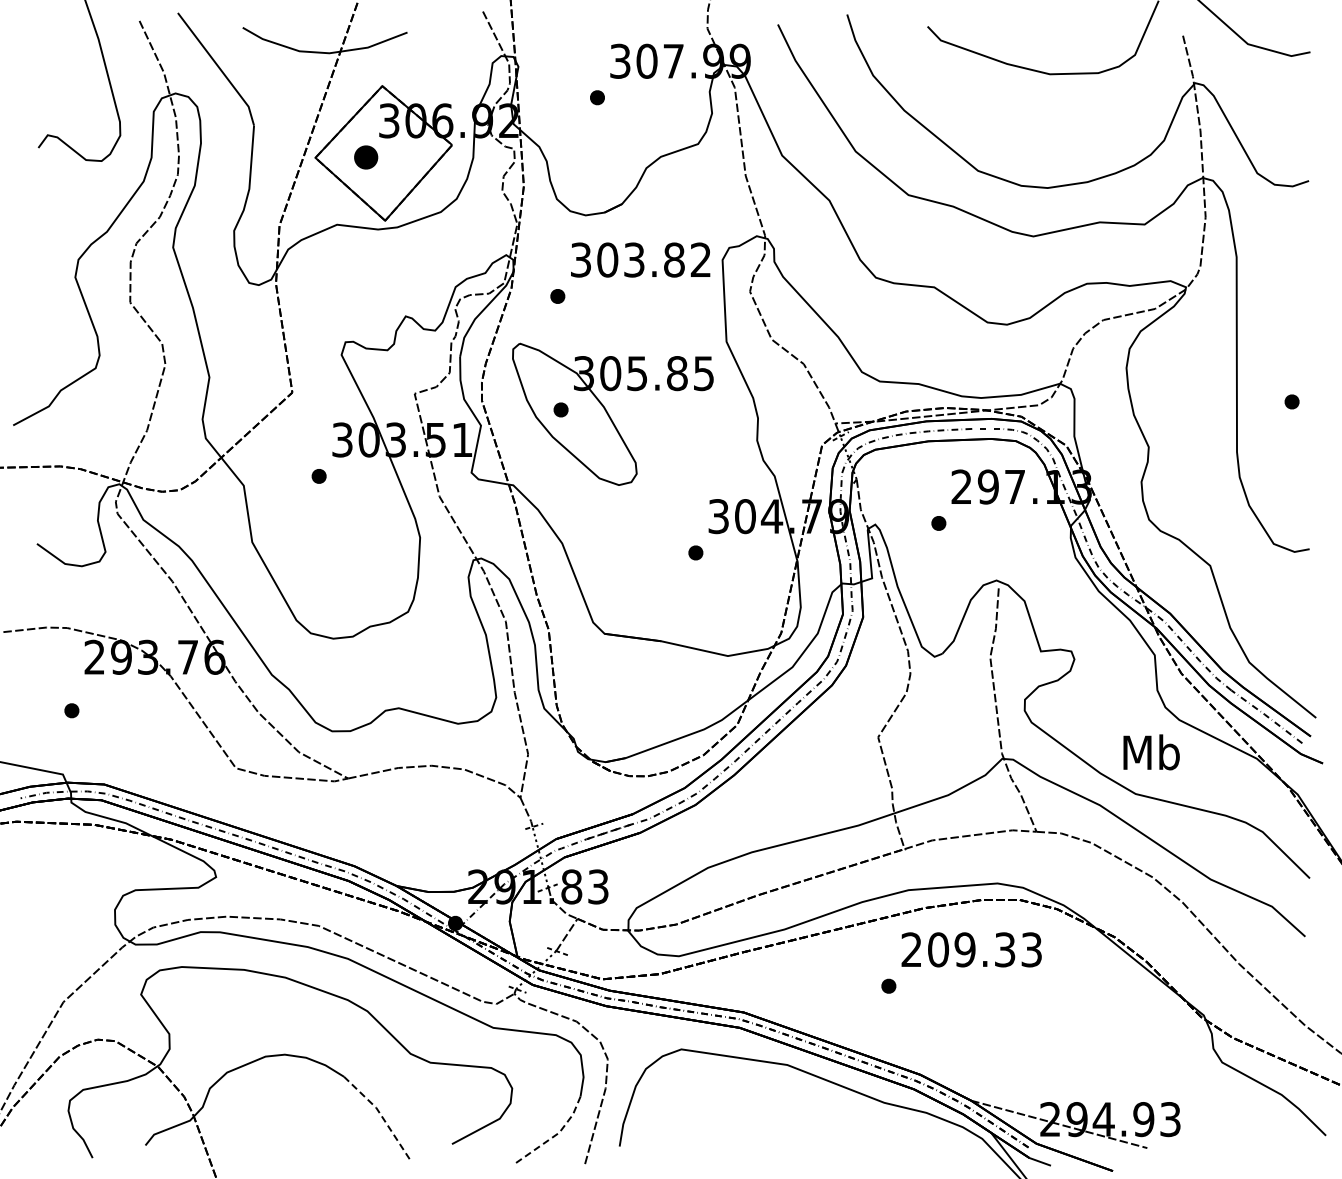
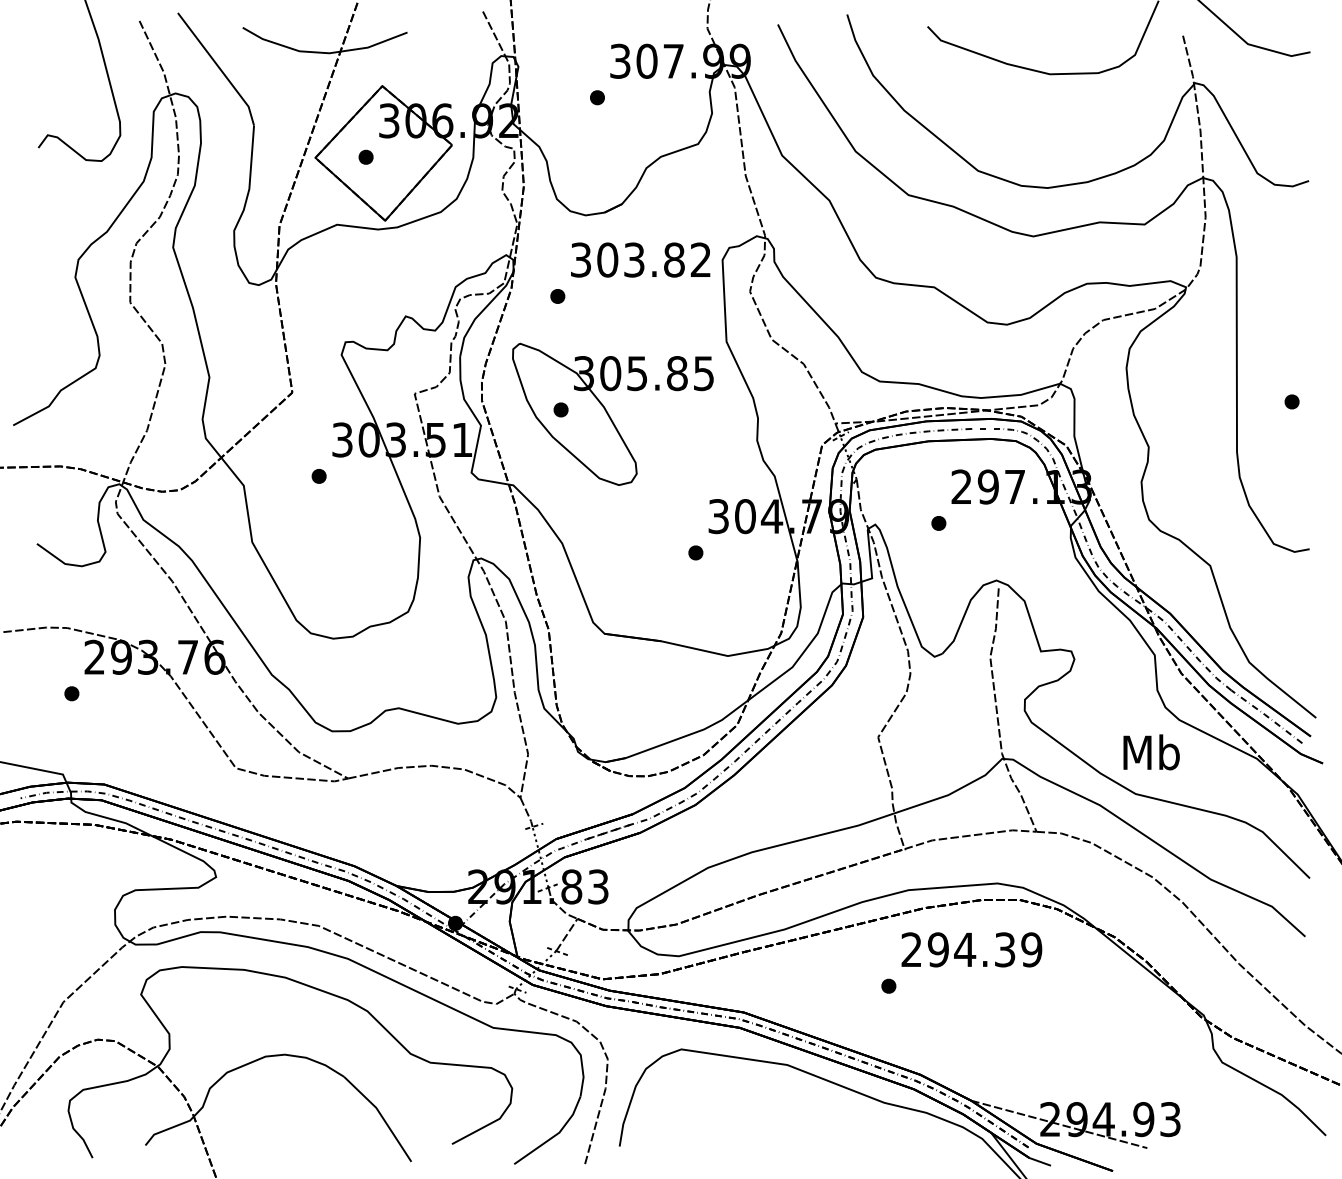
part at (366, 157) size: 25x25 px -> 16x16 px
part at (71, 710) position: (71, 710) -> (71, 693)
text at (984, 949): 209.33 -> 294.39
line at (381, 1116): dashed -> solid
line at (554, 1136): dashed -> solid
